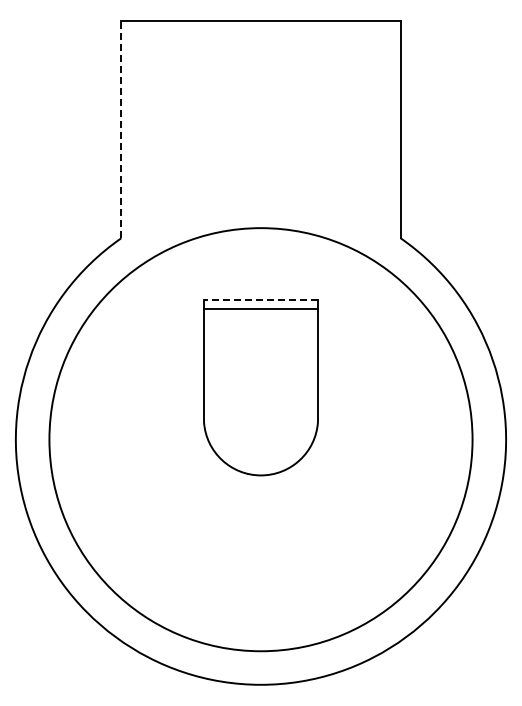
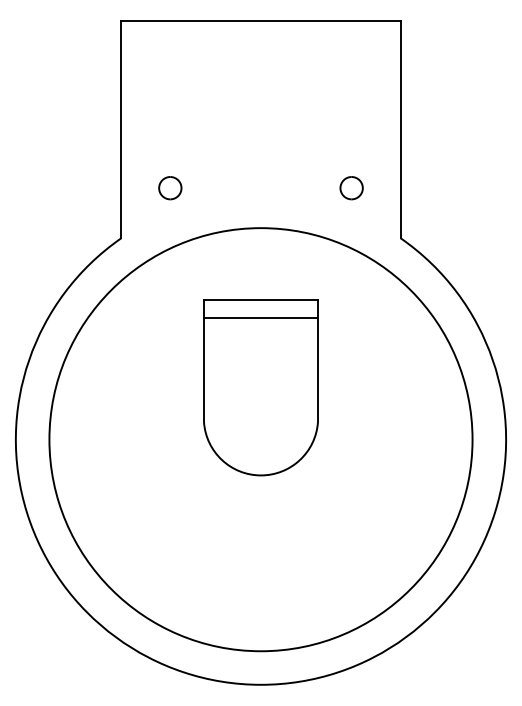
line at (121, 129): dashed -> solid
part at (170, 188): none -> present
part at (351, 188): none -> present
line at (260, 299): dashed -> solid
line at (260, 309) position: (260, 309) -> (260, 318)
